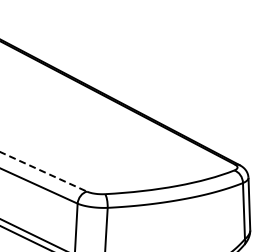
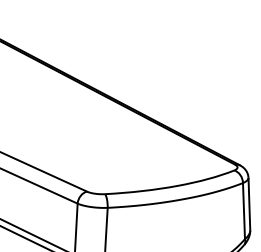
line at (44, 172): dashed -> solid
